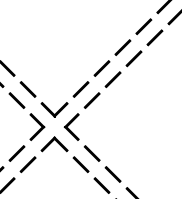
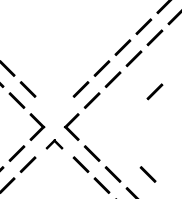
line at (154, 91): none -> present
part at (54, 109): present -> none
part at (54, 144) size: 29x17 px -> 19x11 px
line at (147, 174): none -> present
